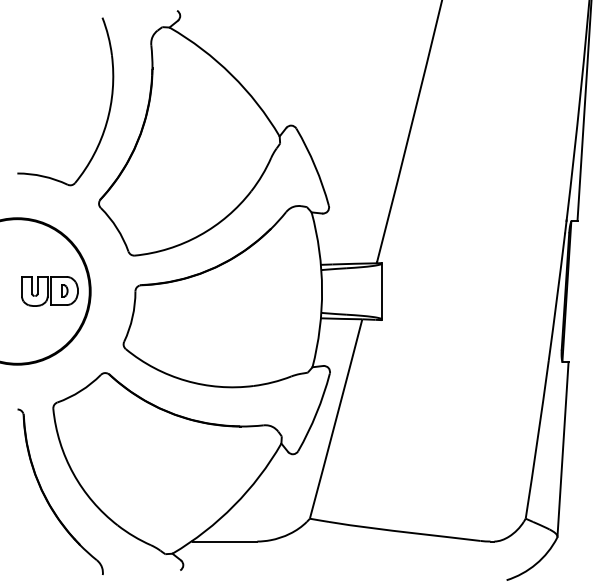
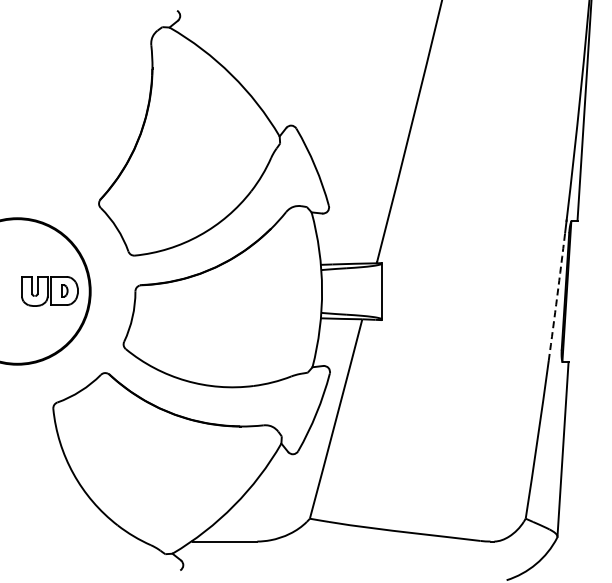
part at (108, 110): present -> none
arc at (557, 296): solid -> dashed
part at (47, 498): present -> none
